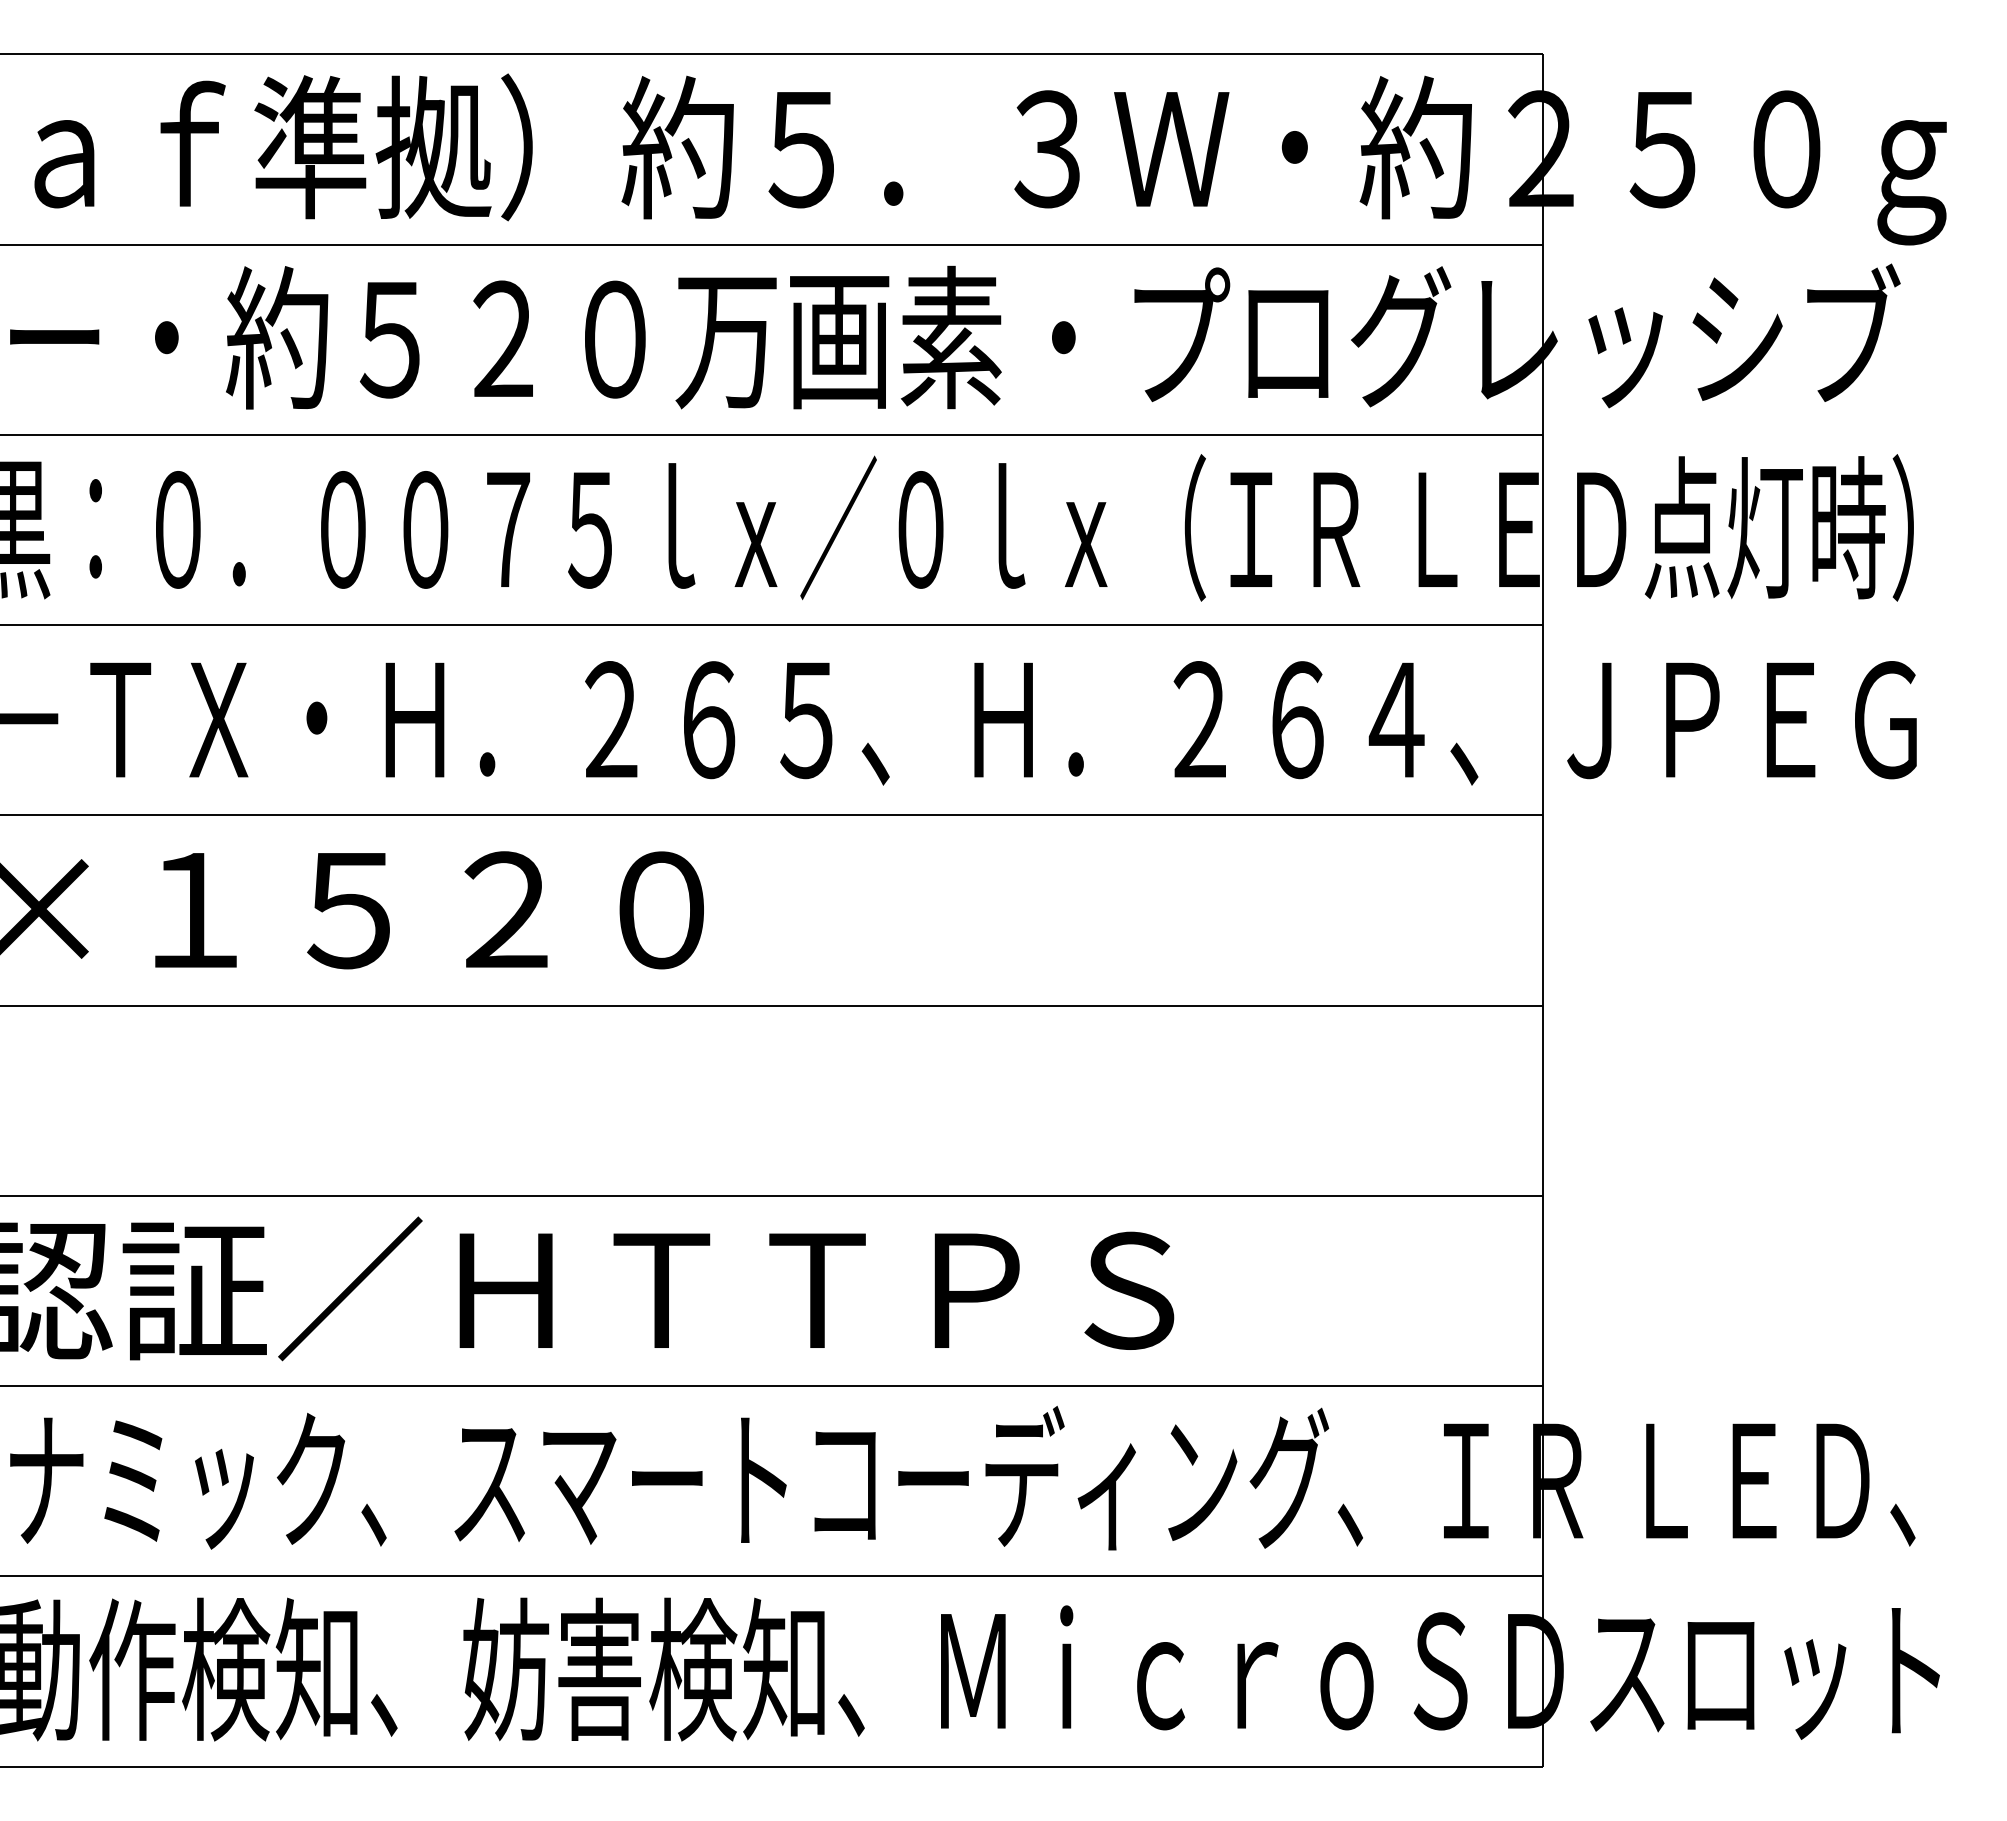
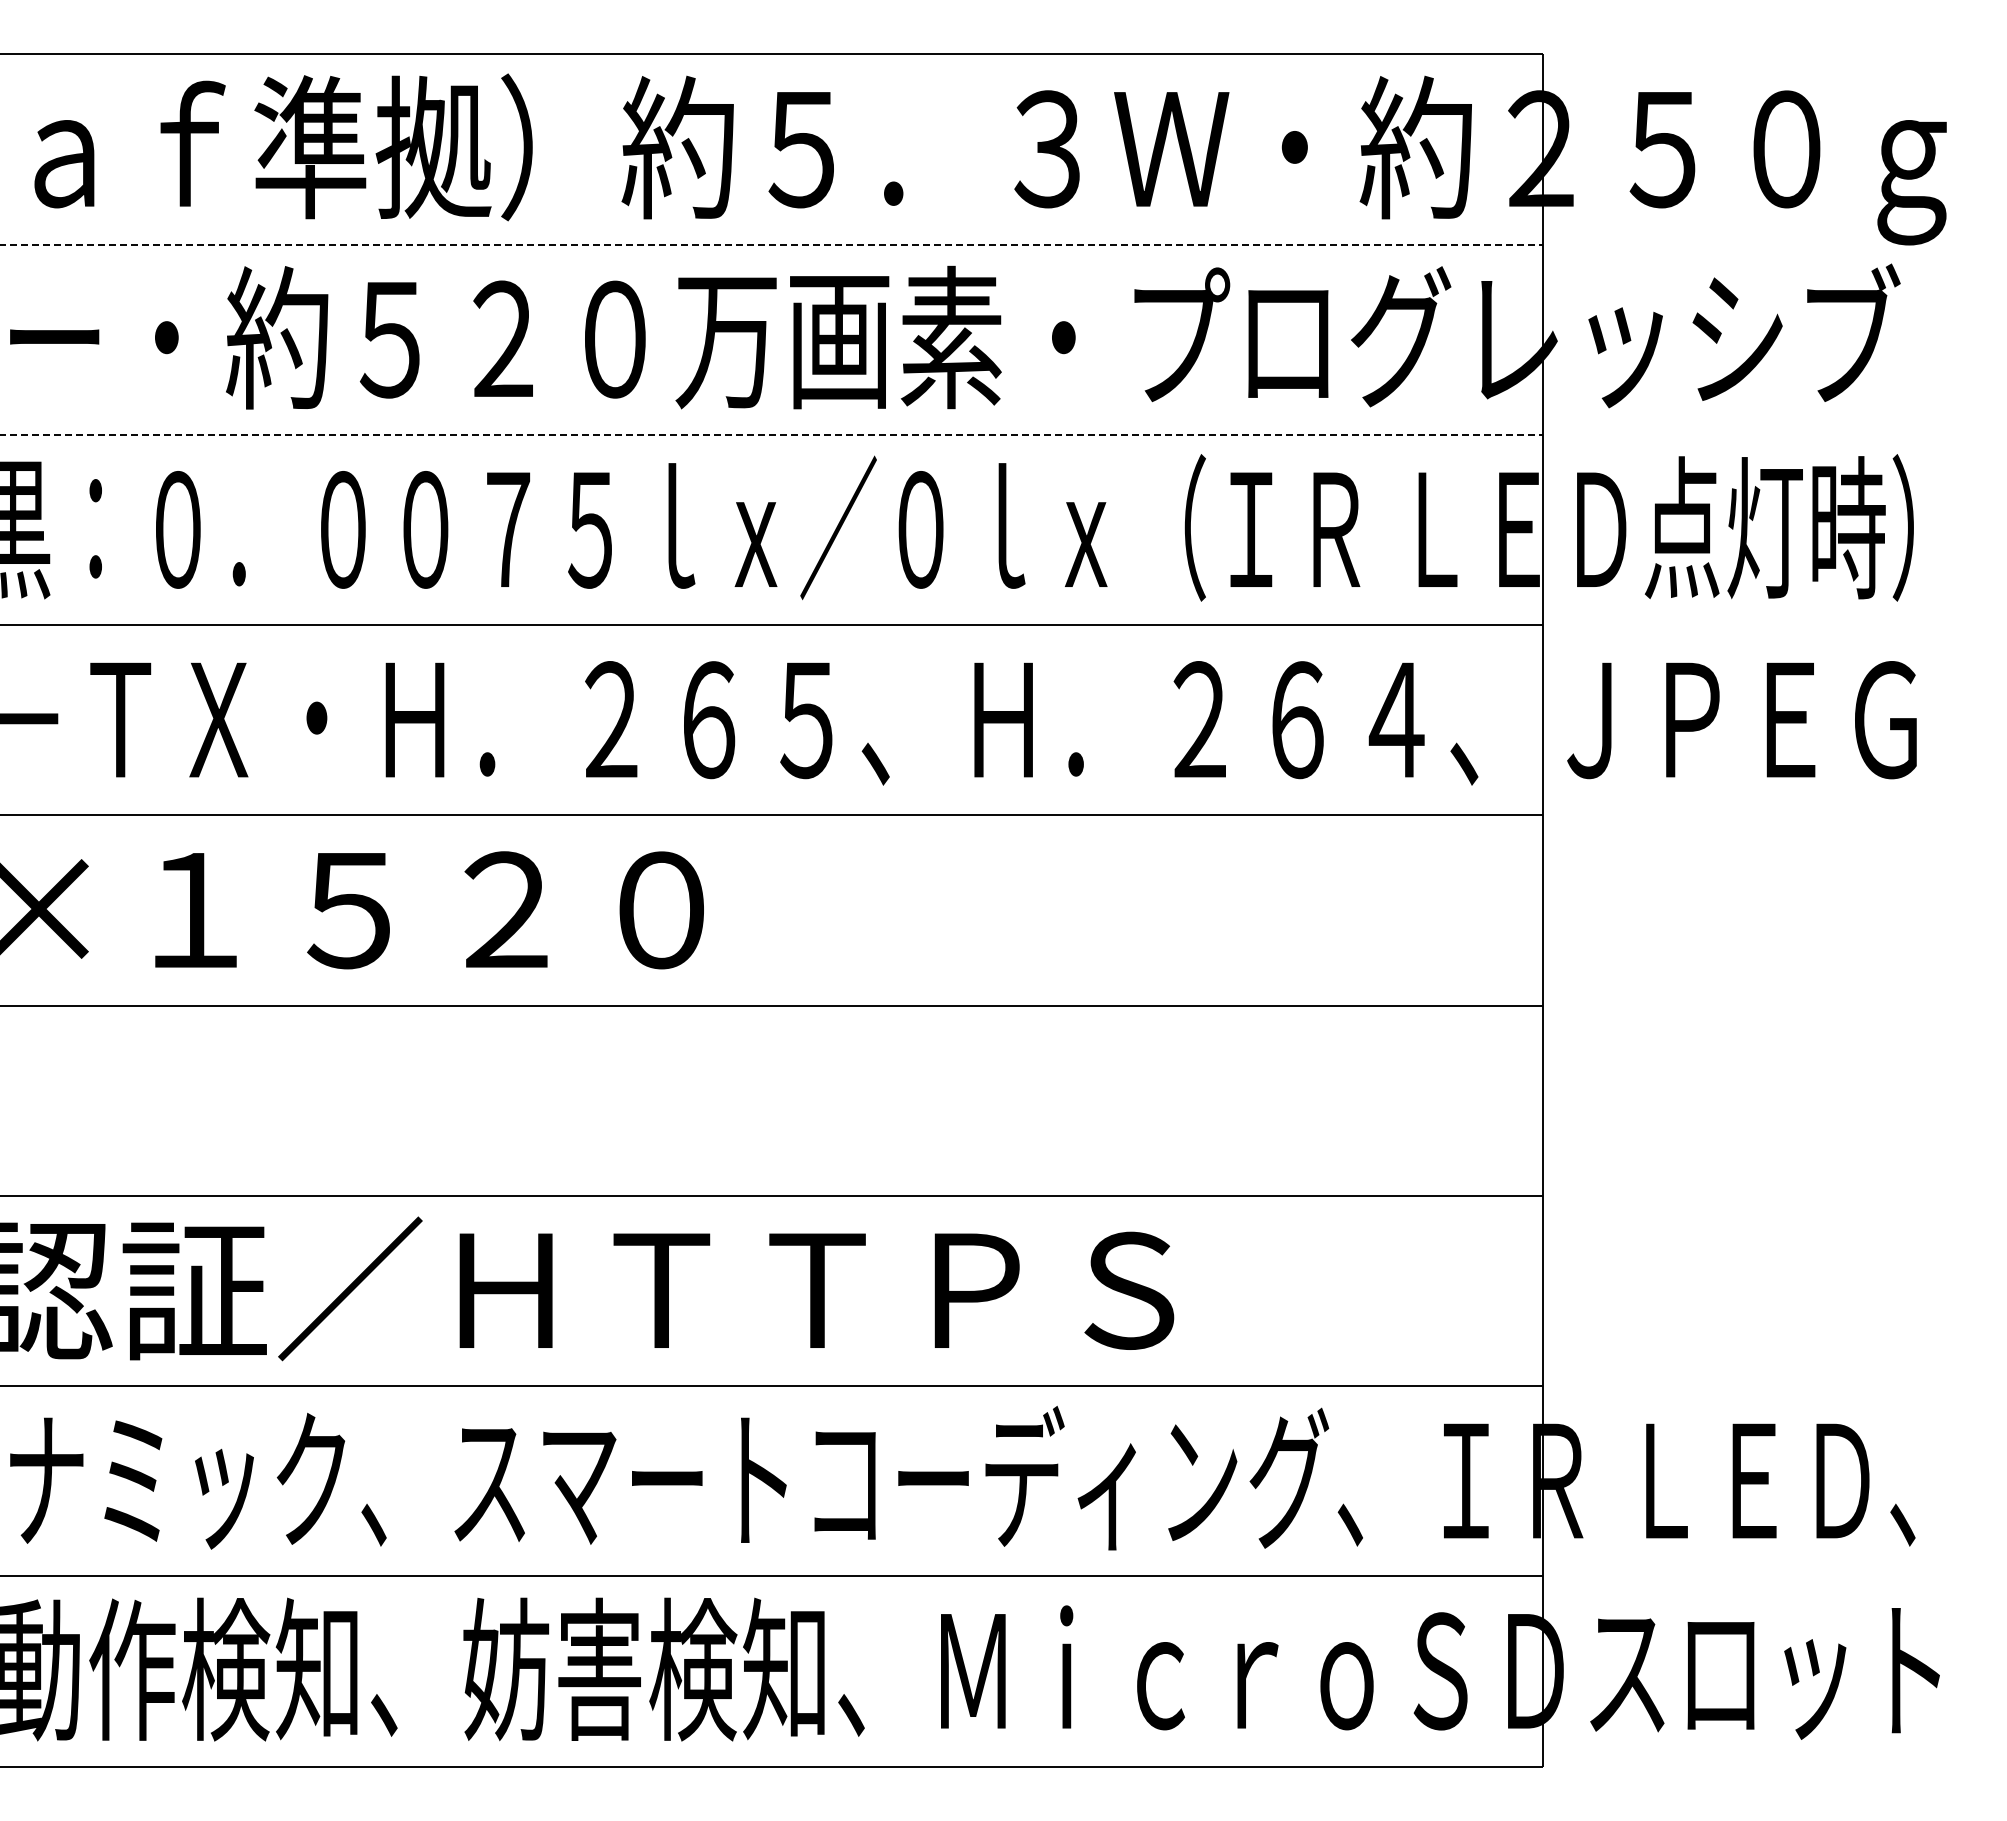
line at (772, 244): solid -> dashed
line at (772, 434): solid -> dashed
